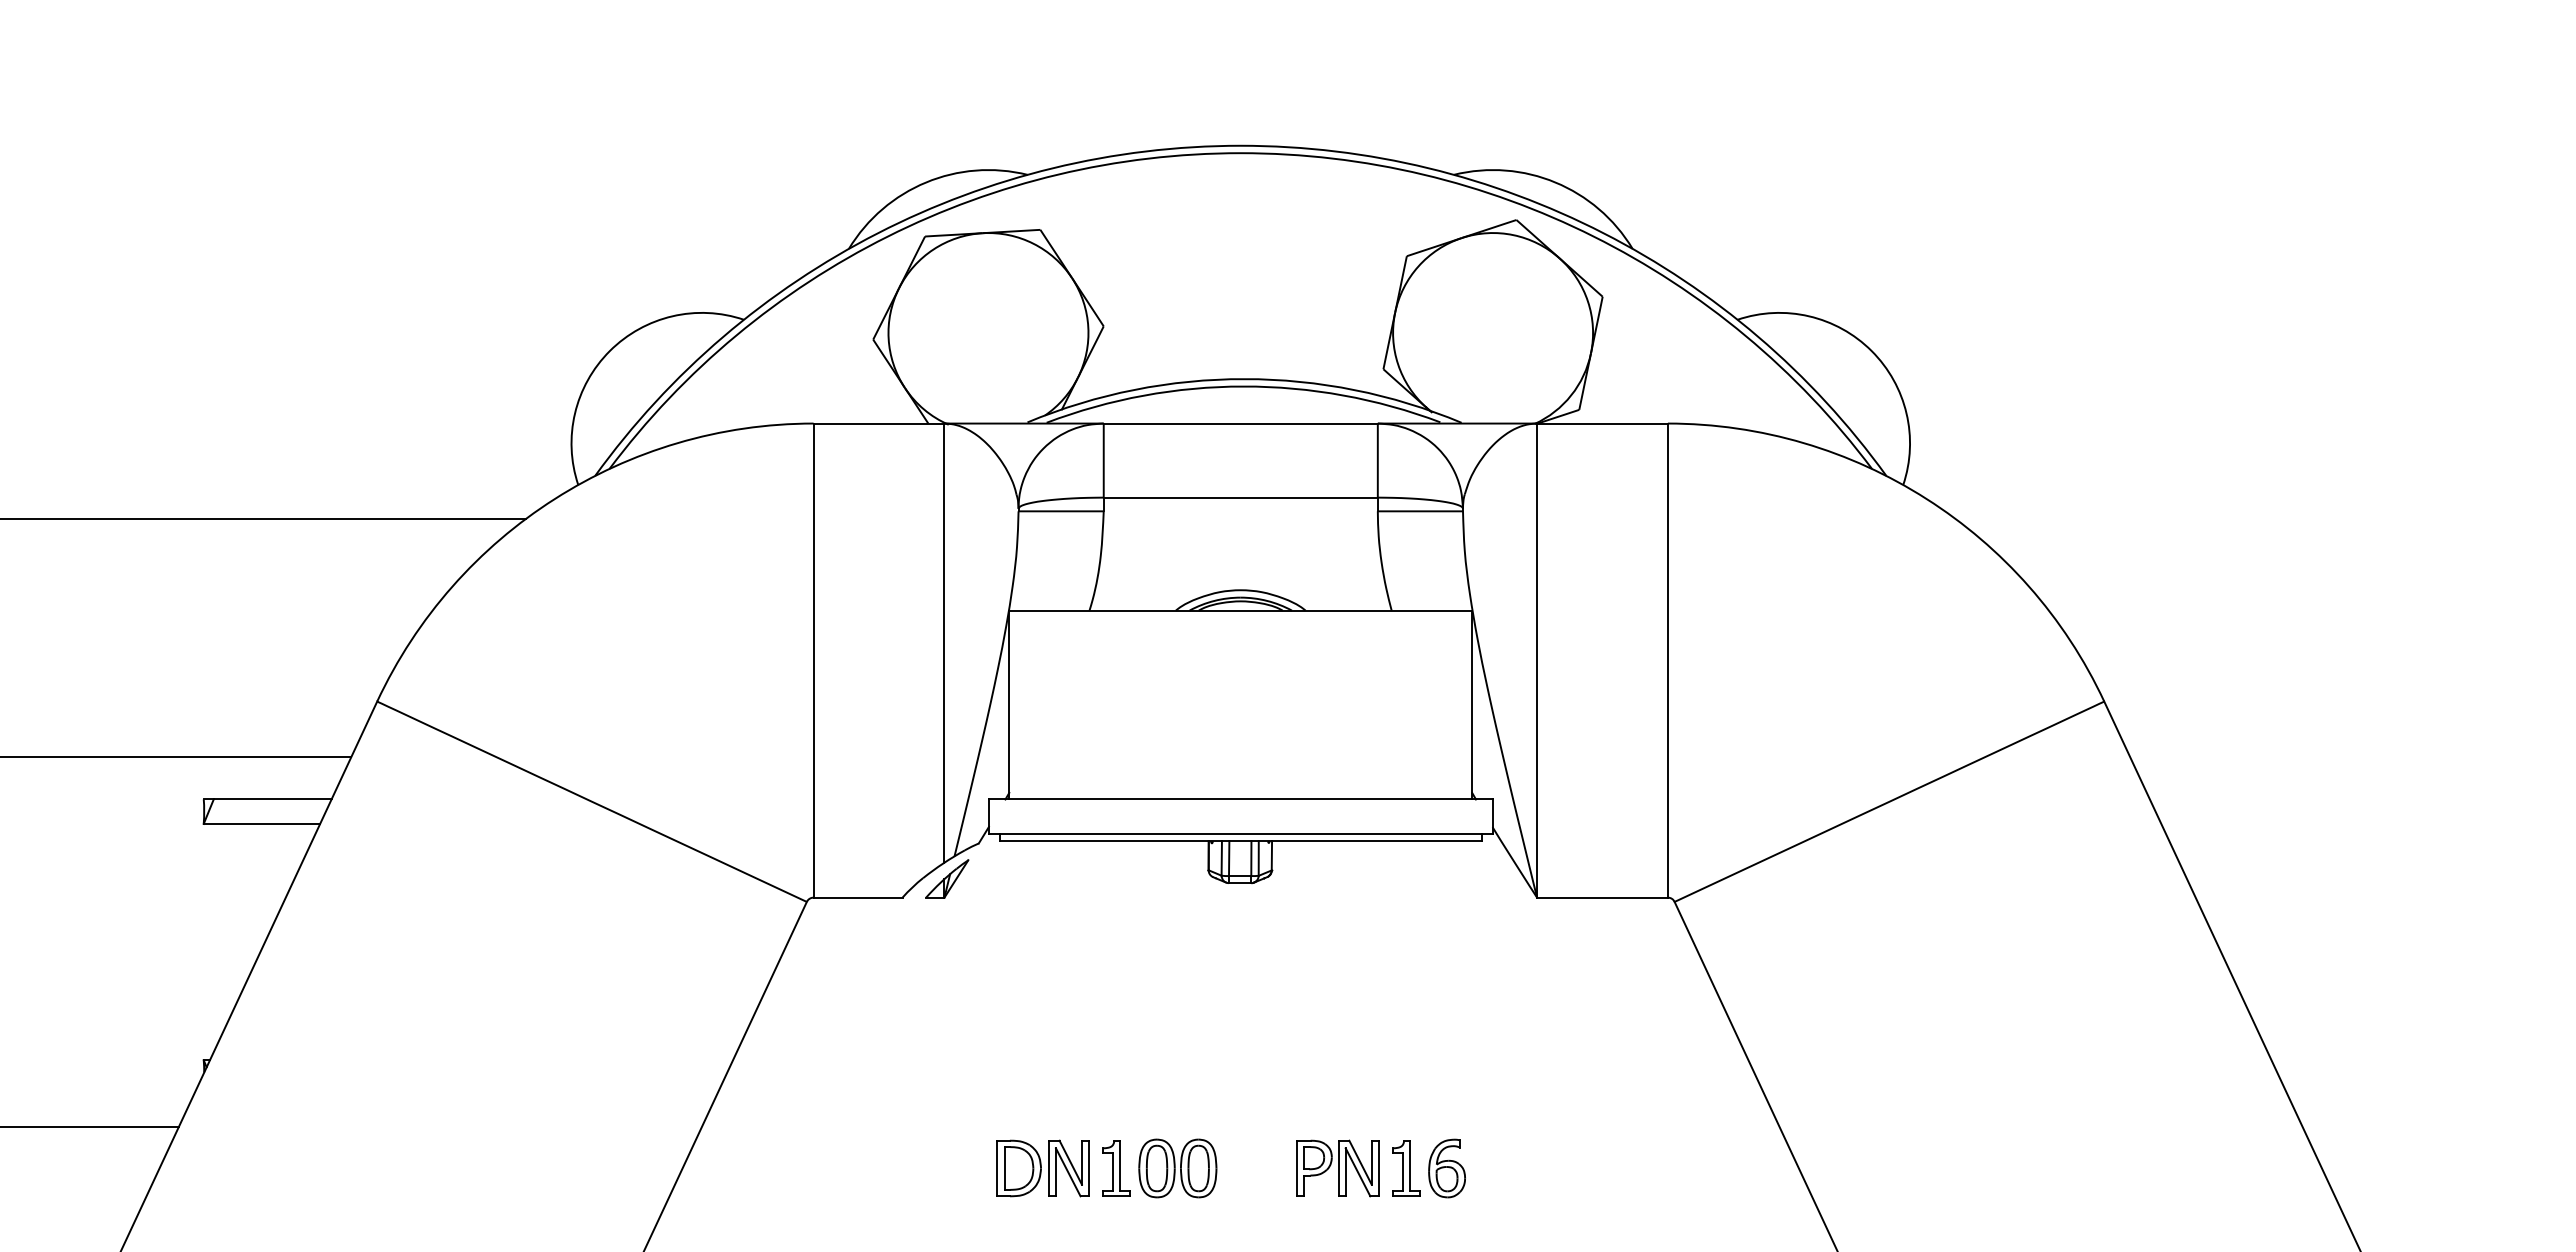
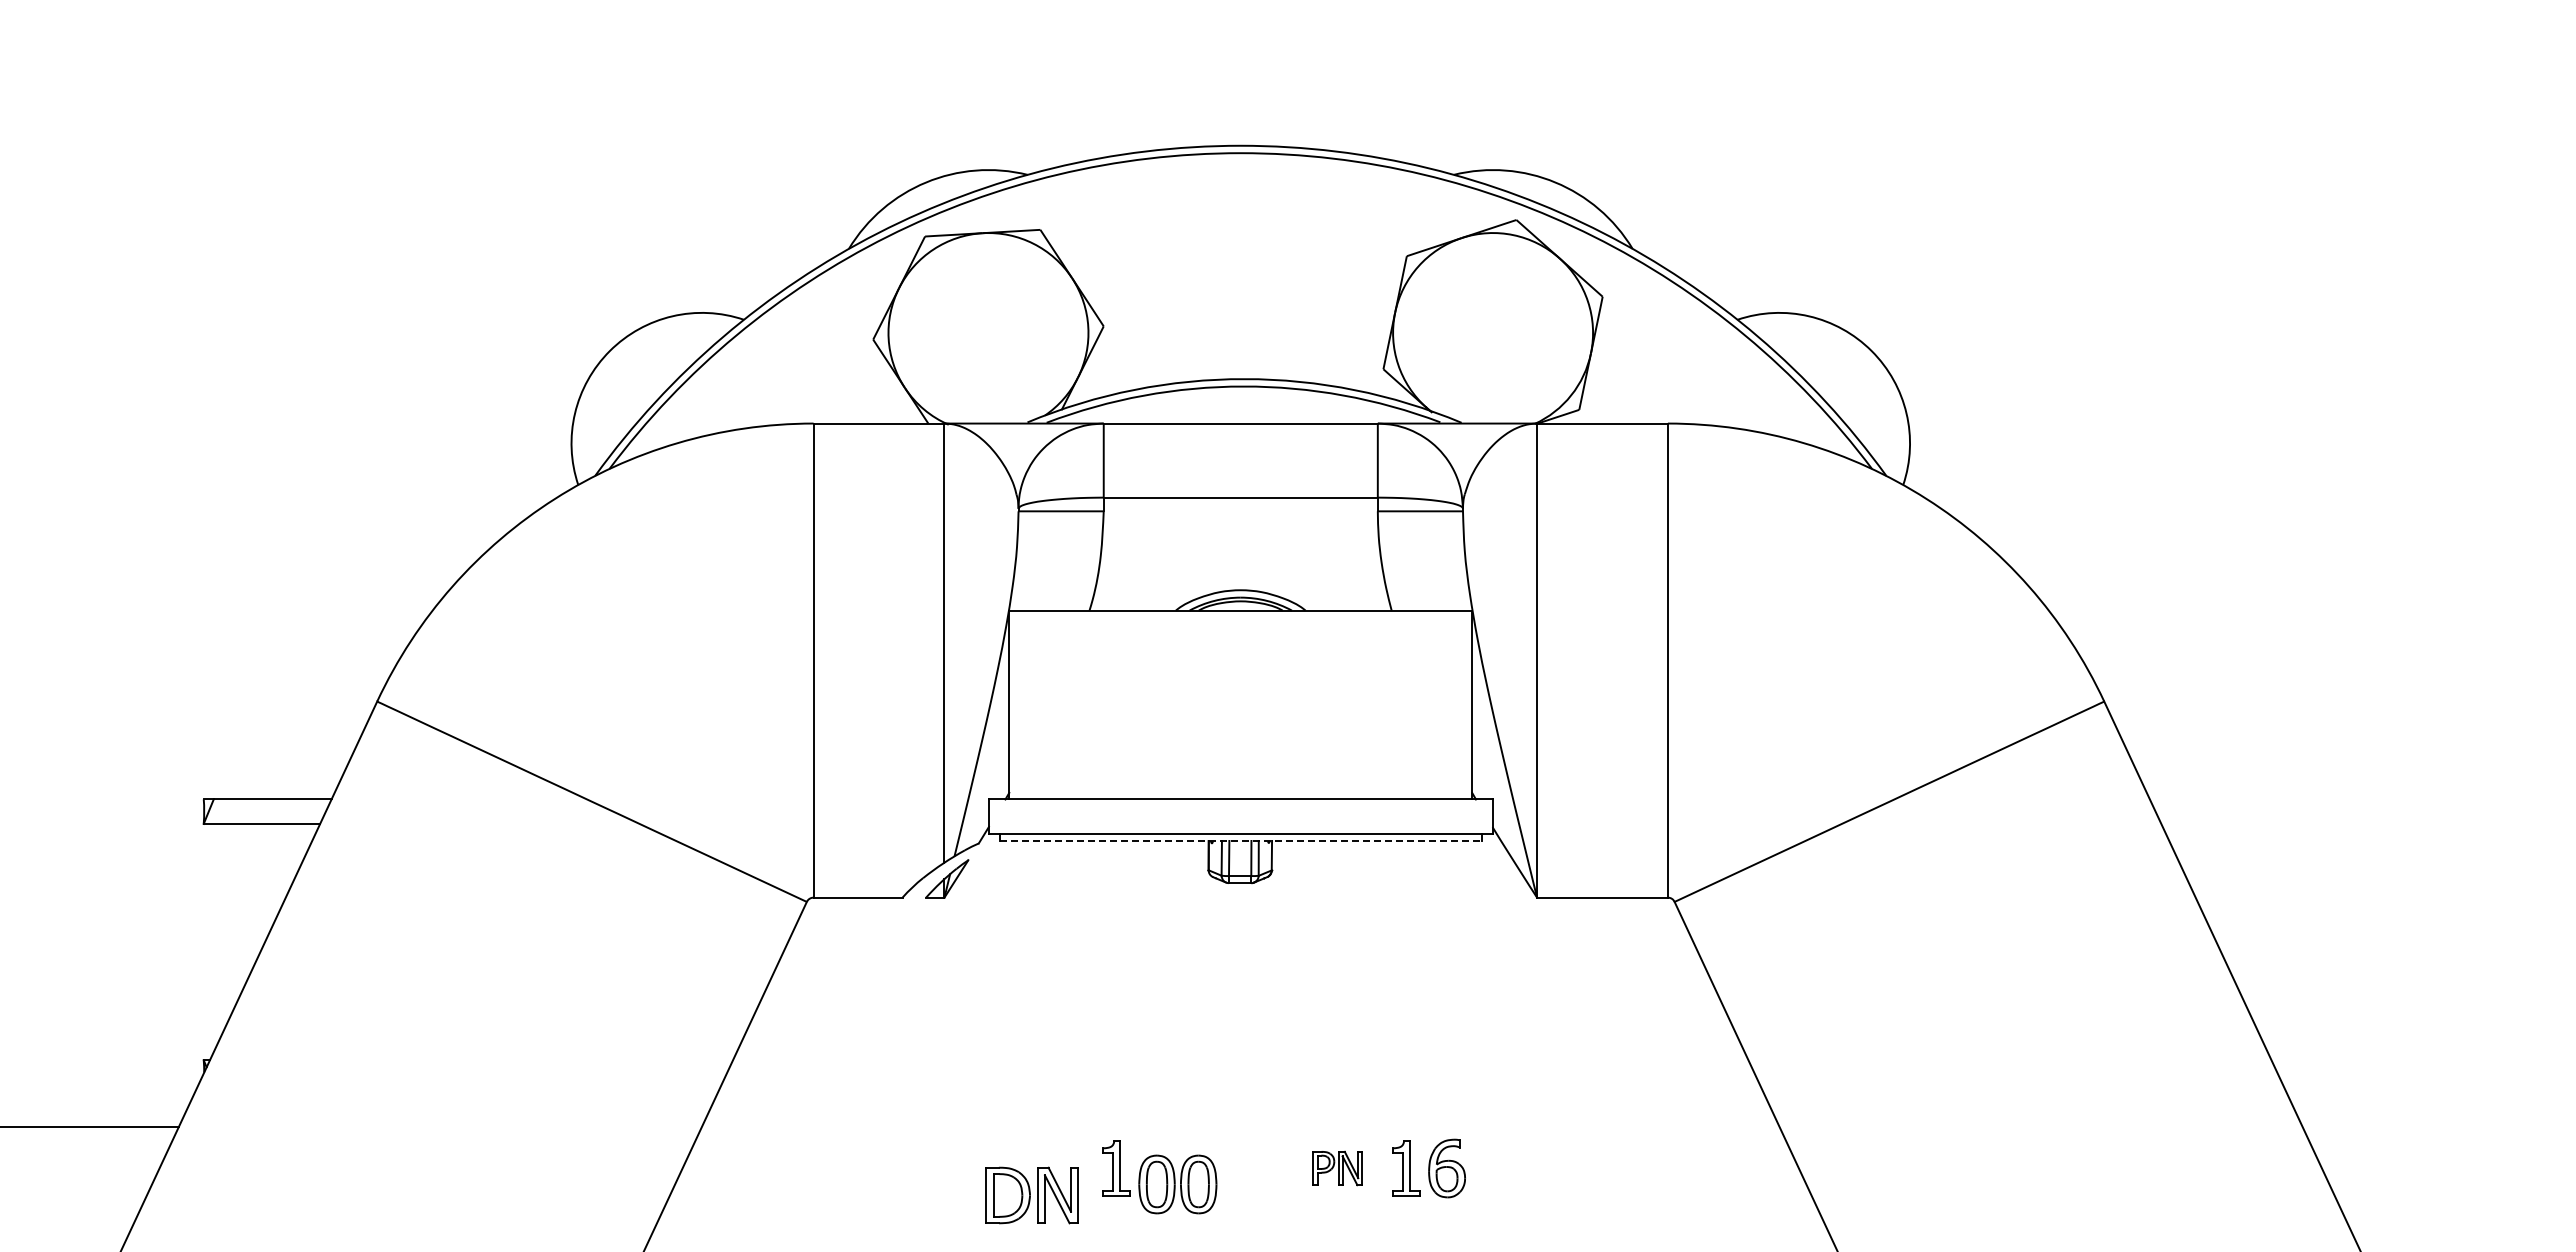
line at (264, 518): present -> none
line at (176, 756): present -> none
line at (1240, 840): solid -> dashed
part at (1042, 1168) position: (1042, 1168) -> (1031, 1195)
part at (1177, 1168) position: (1177, 1168) -> (1177, 1184)
part at (1337, 1168) size: 84x59 px -> 51x37 px
